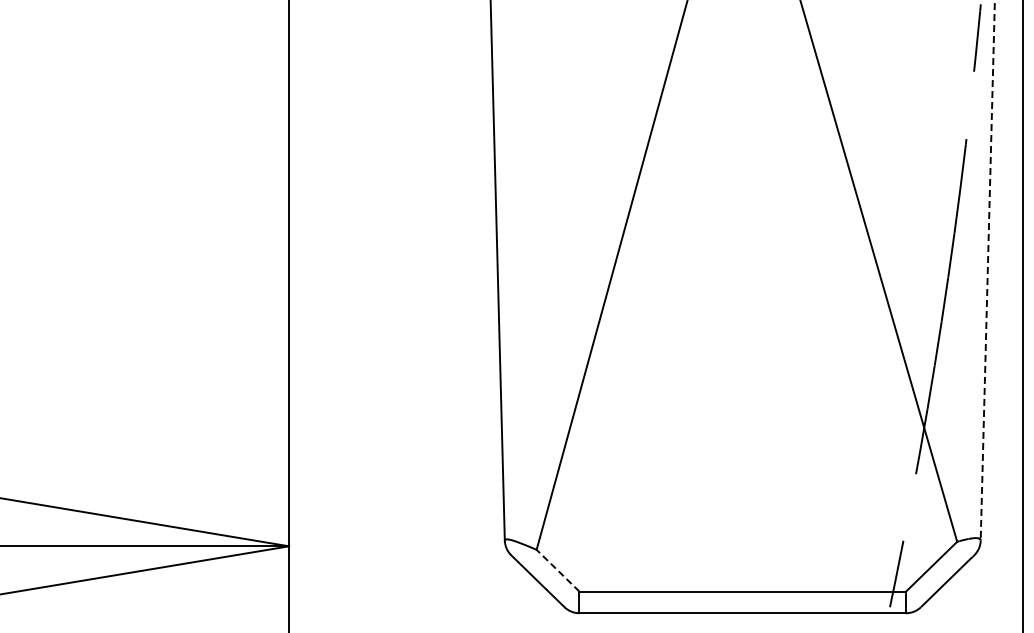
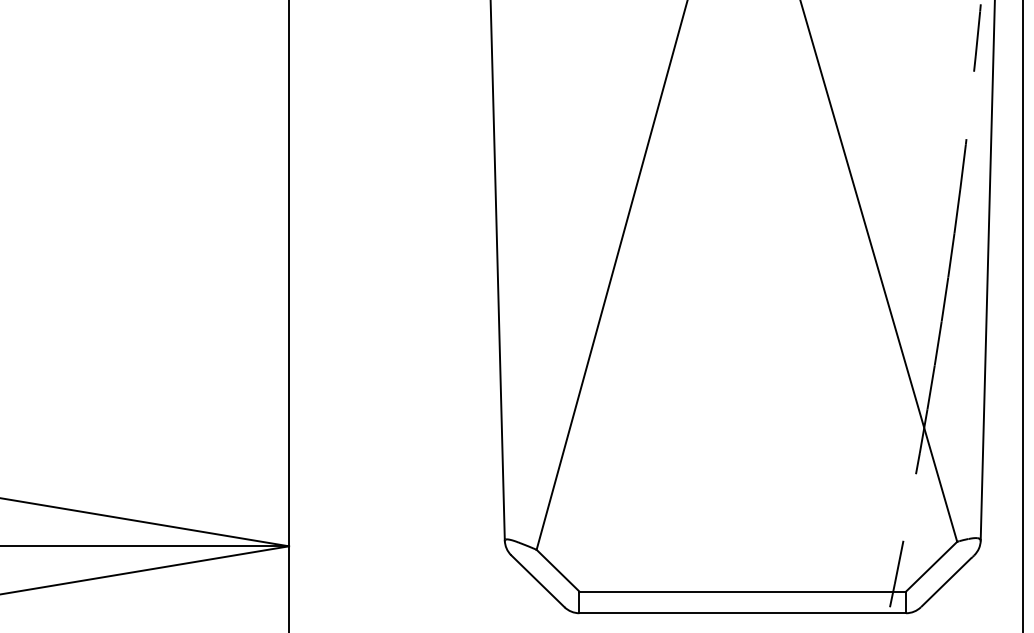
line at (987, 270): dashed -> solid
line at (558, 570): dashed -> solid
